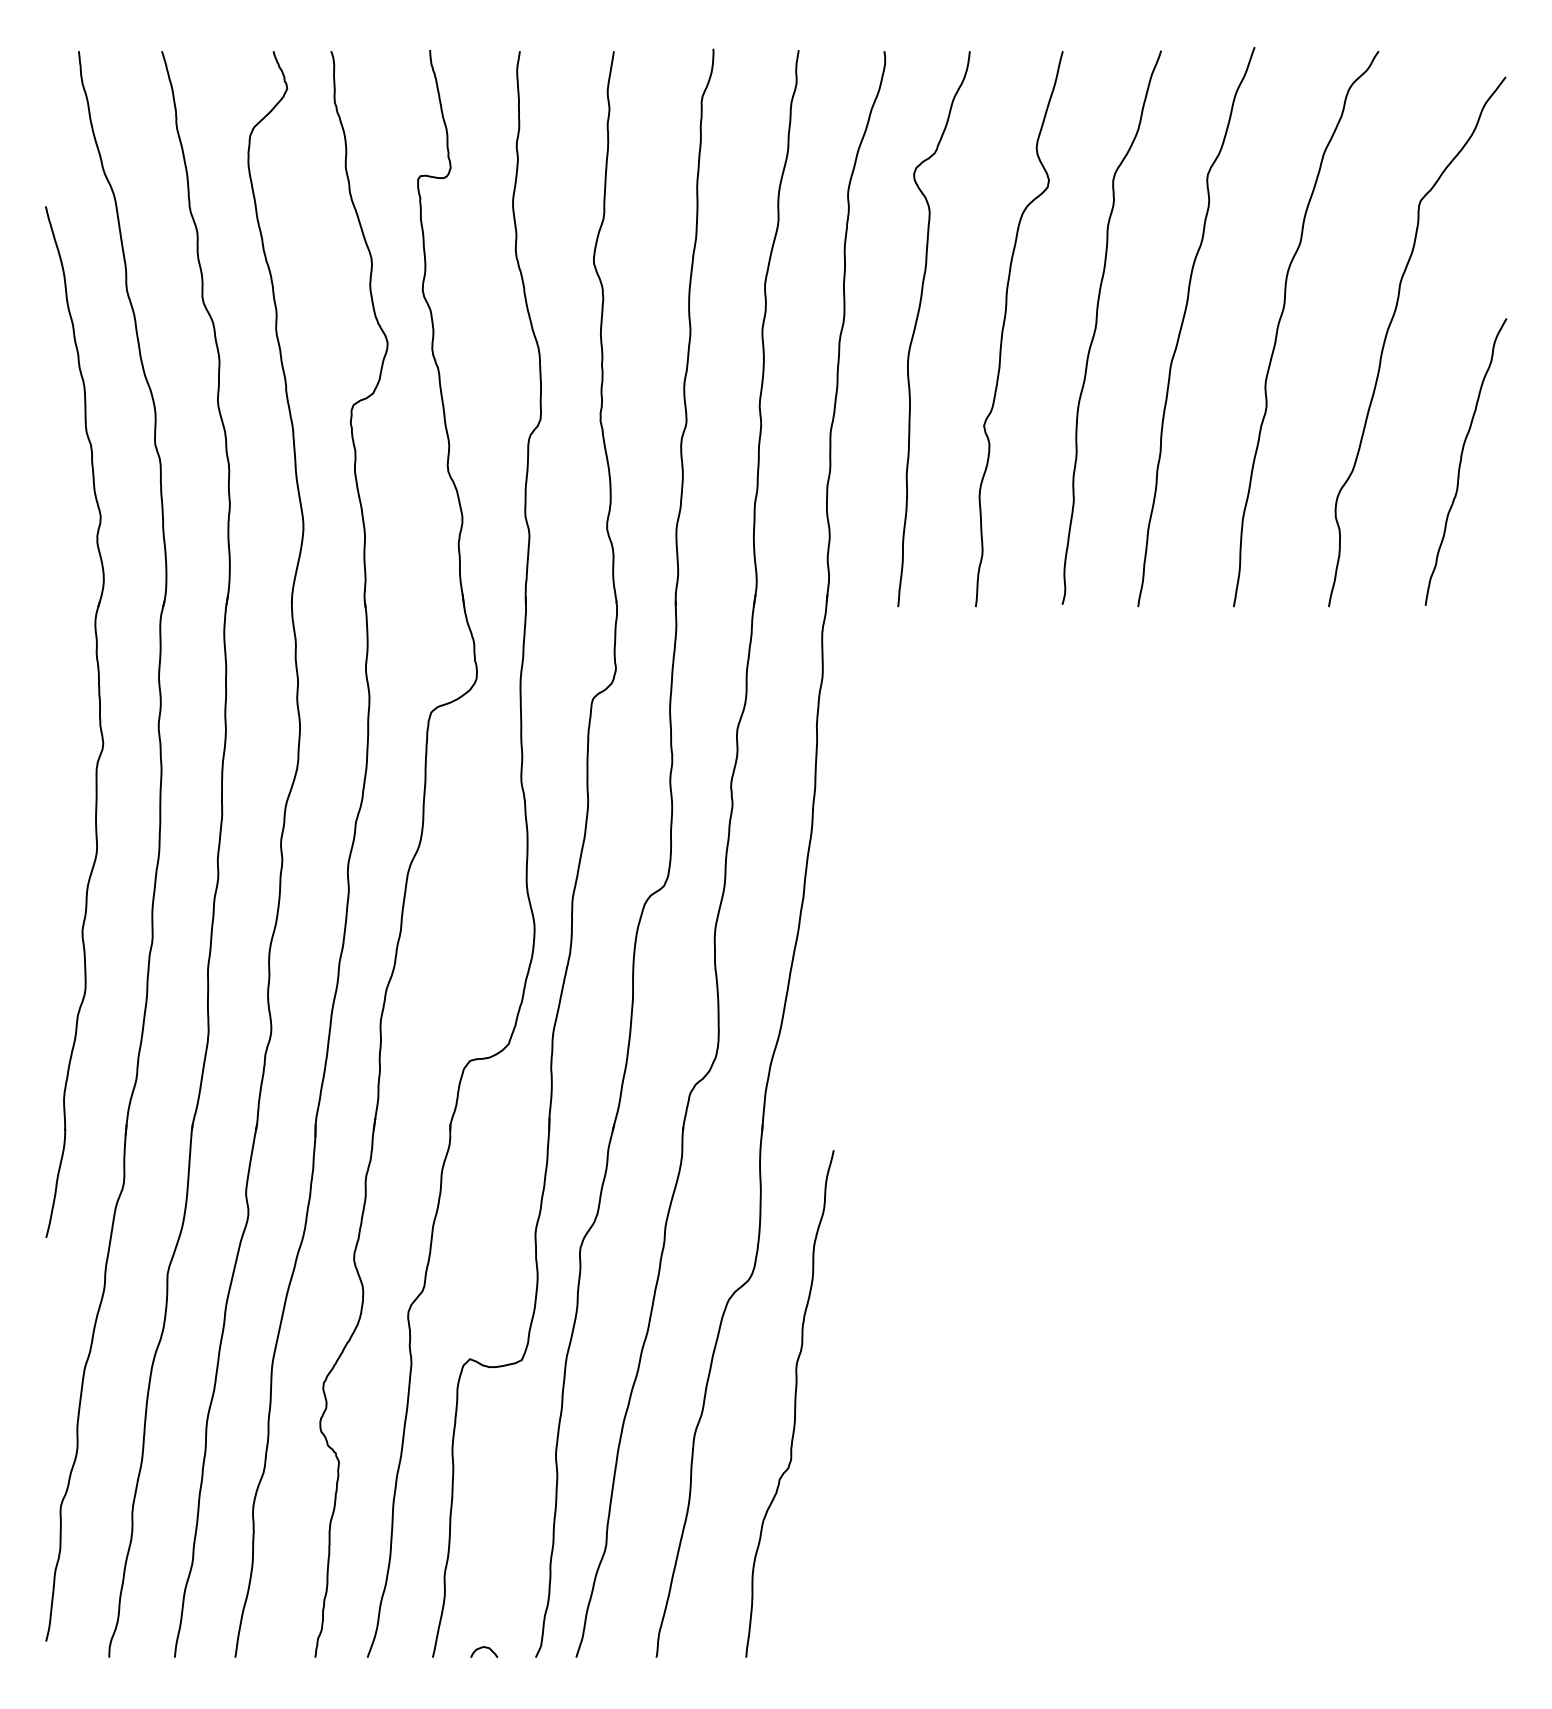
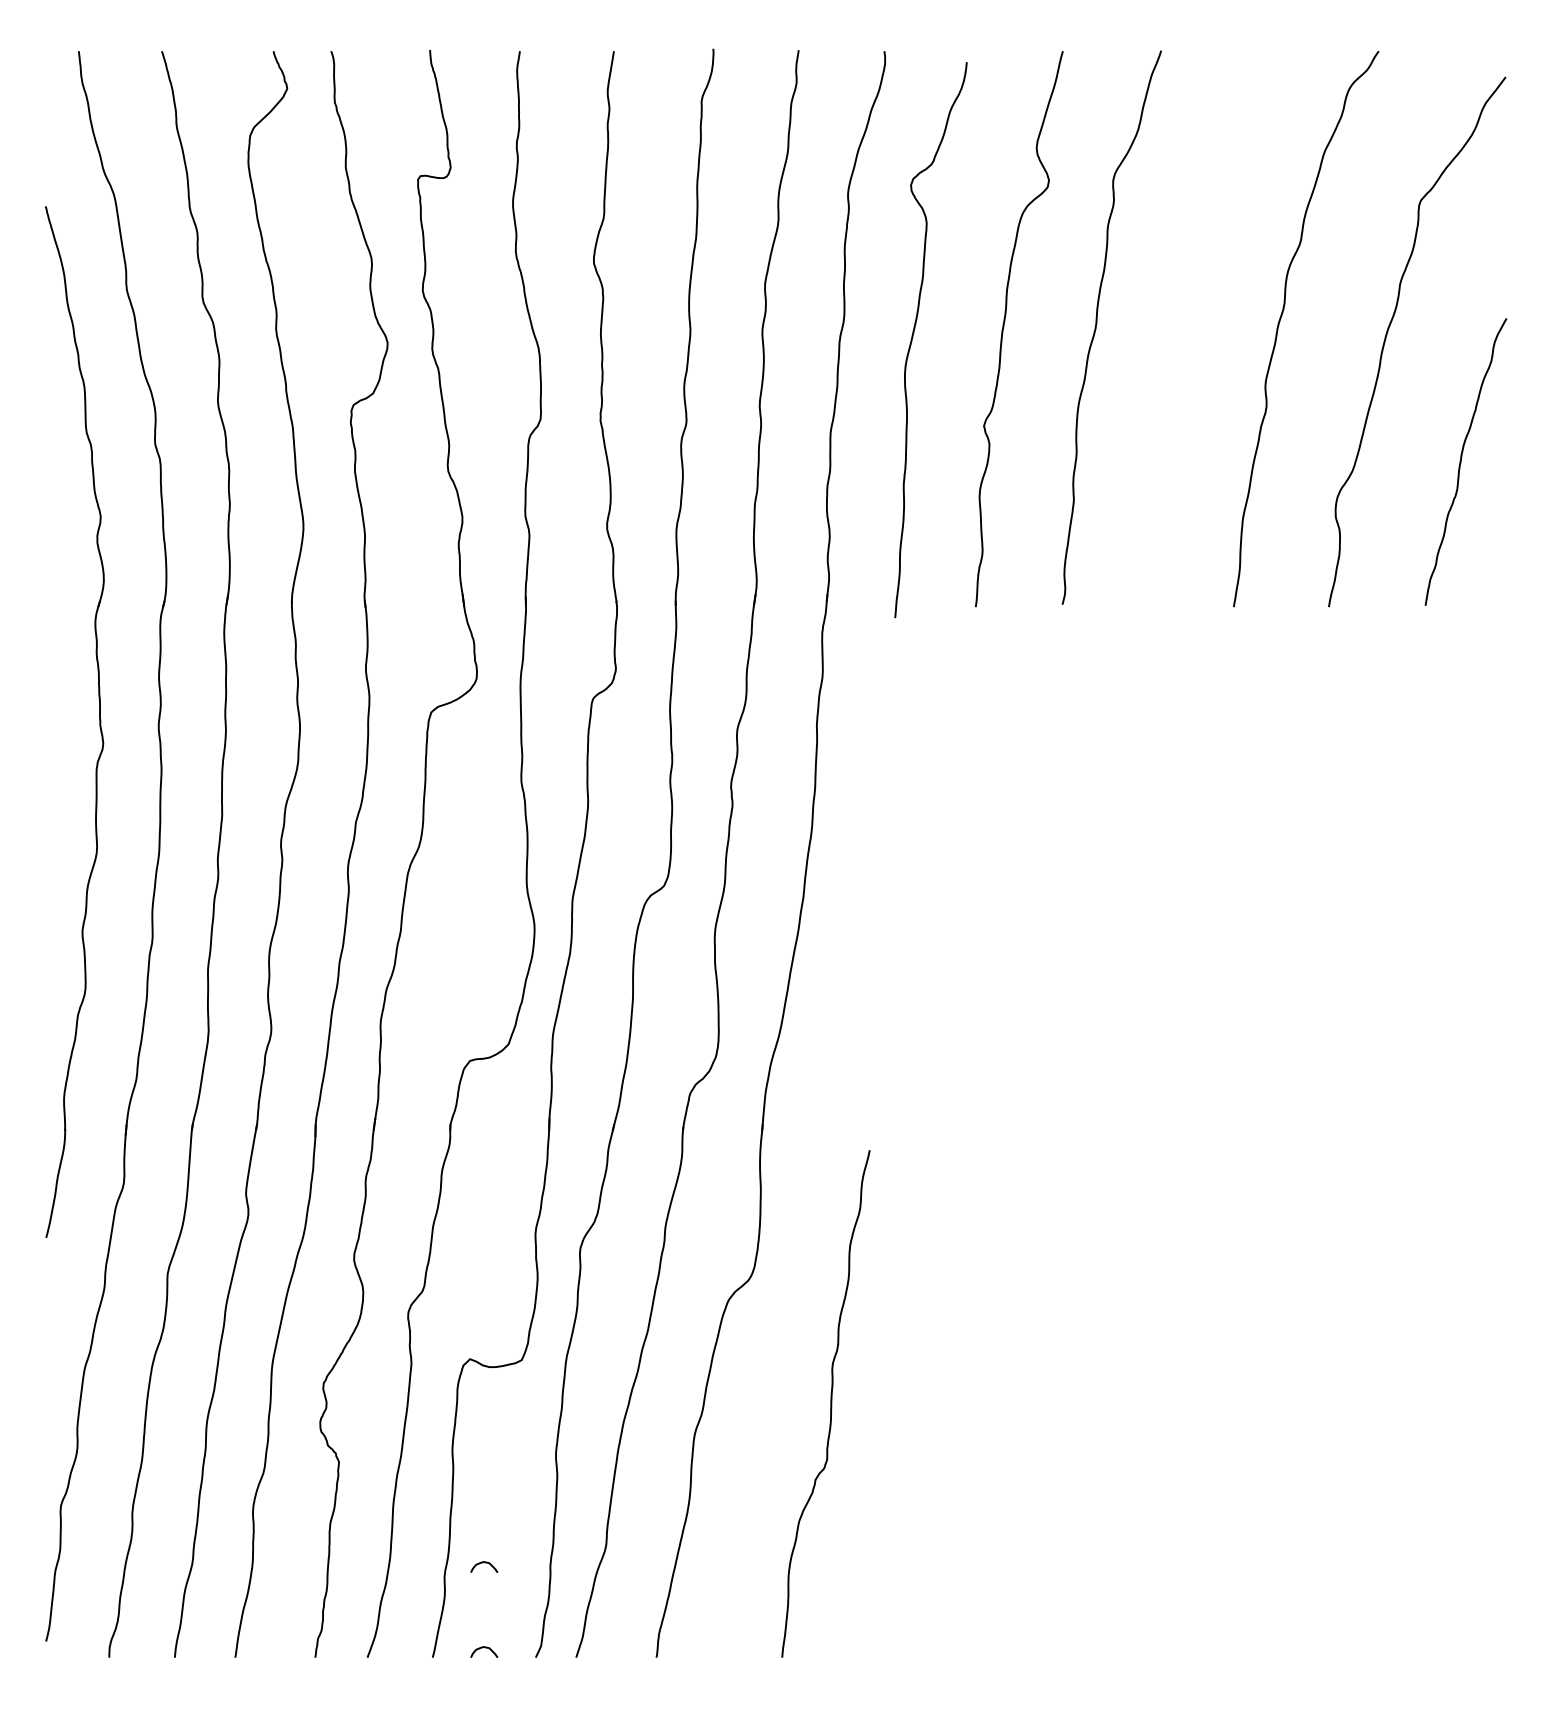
curve at (1183, 323): present -> none
curve at (916, 326) position: (916, 326) -> (913, 337)
curve at (794, 1403) position: (794, 1403) -> (830, 1403)
curve at (485, 1563): none -> present
